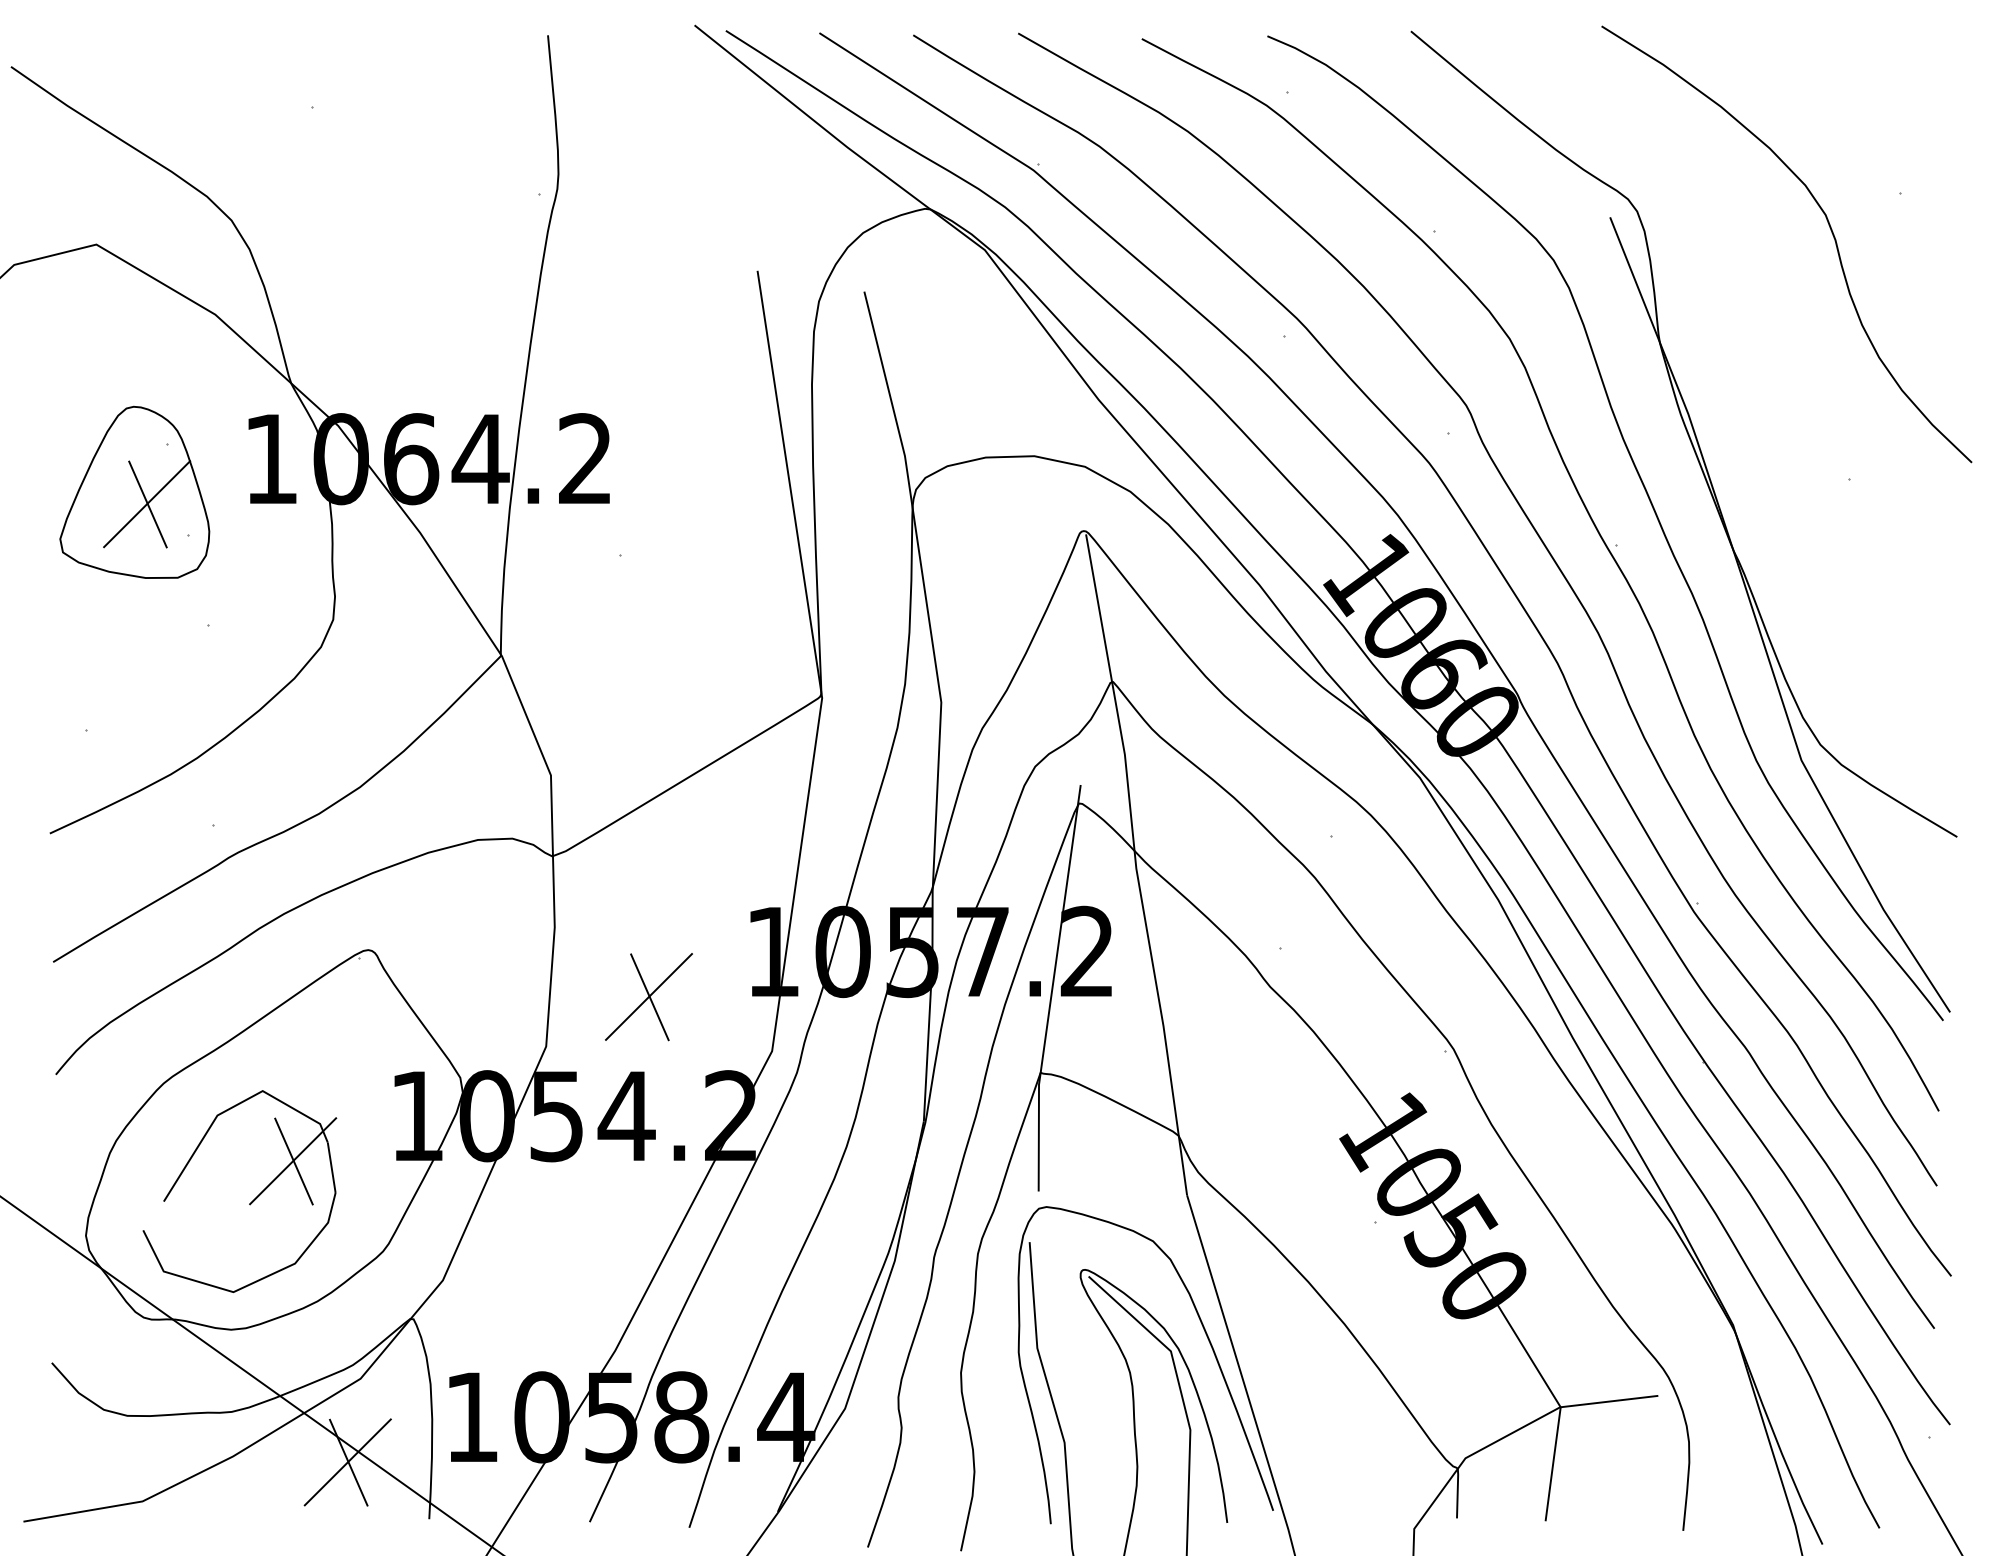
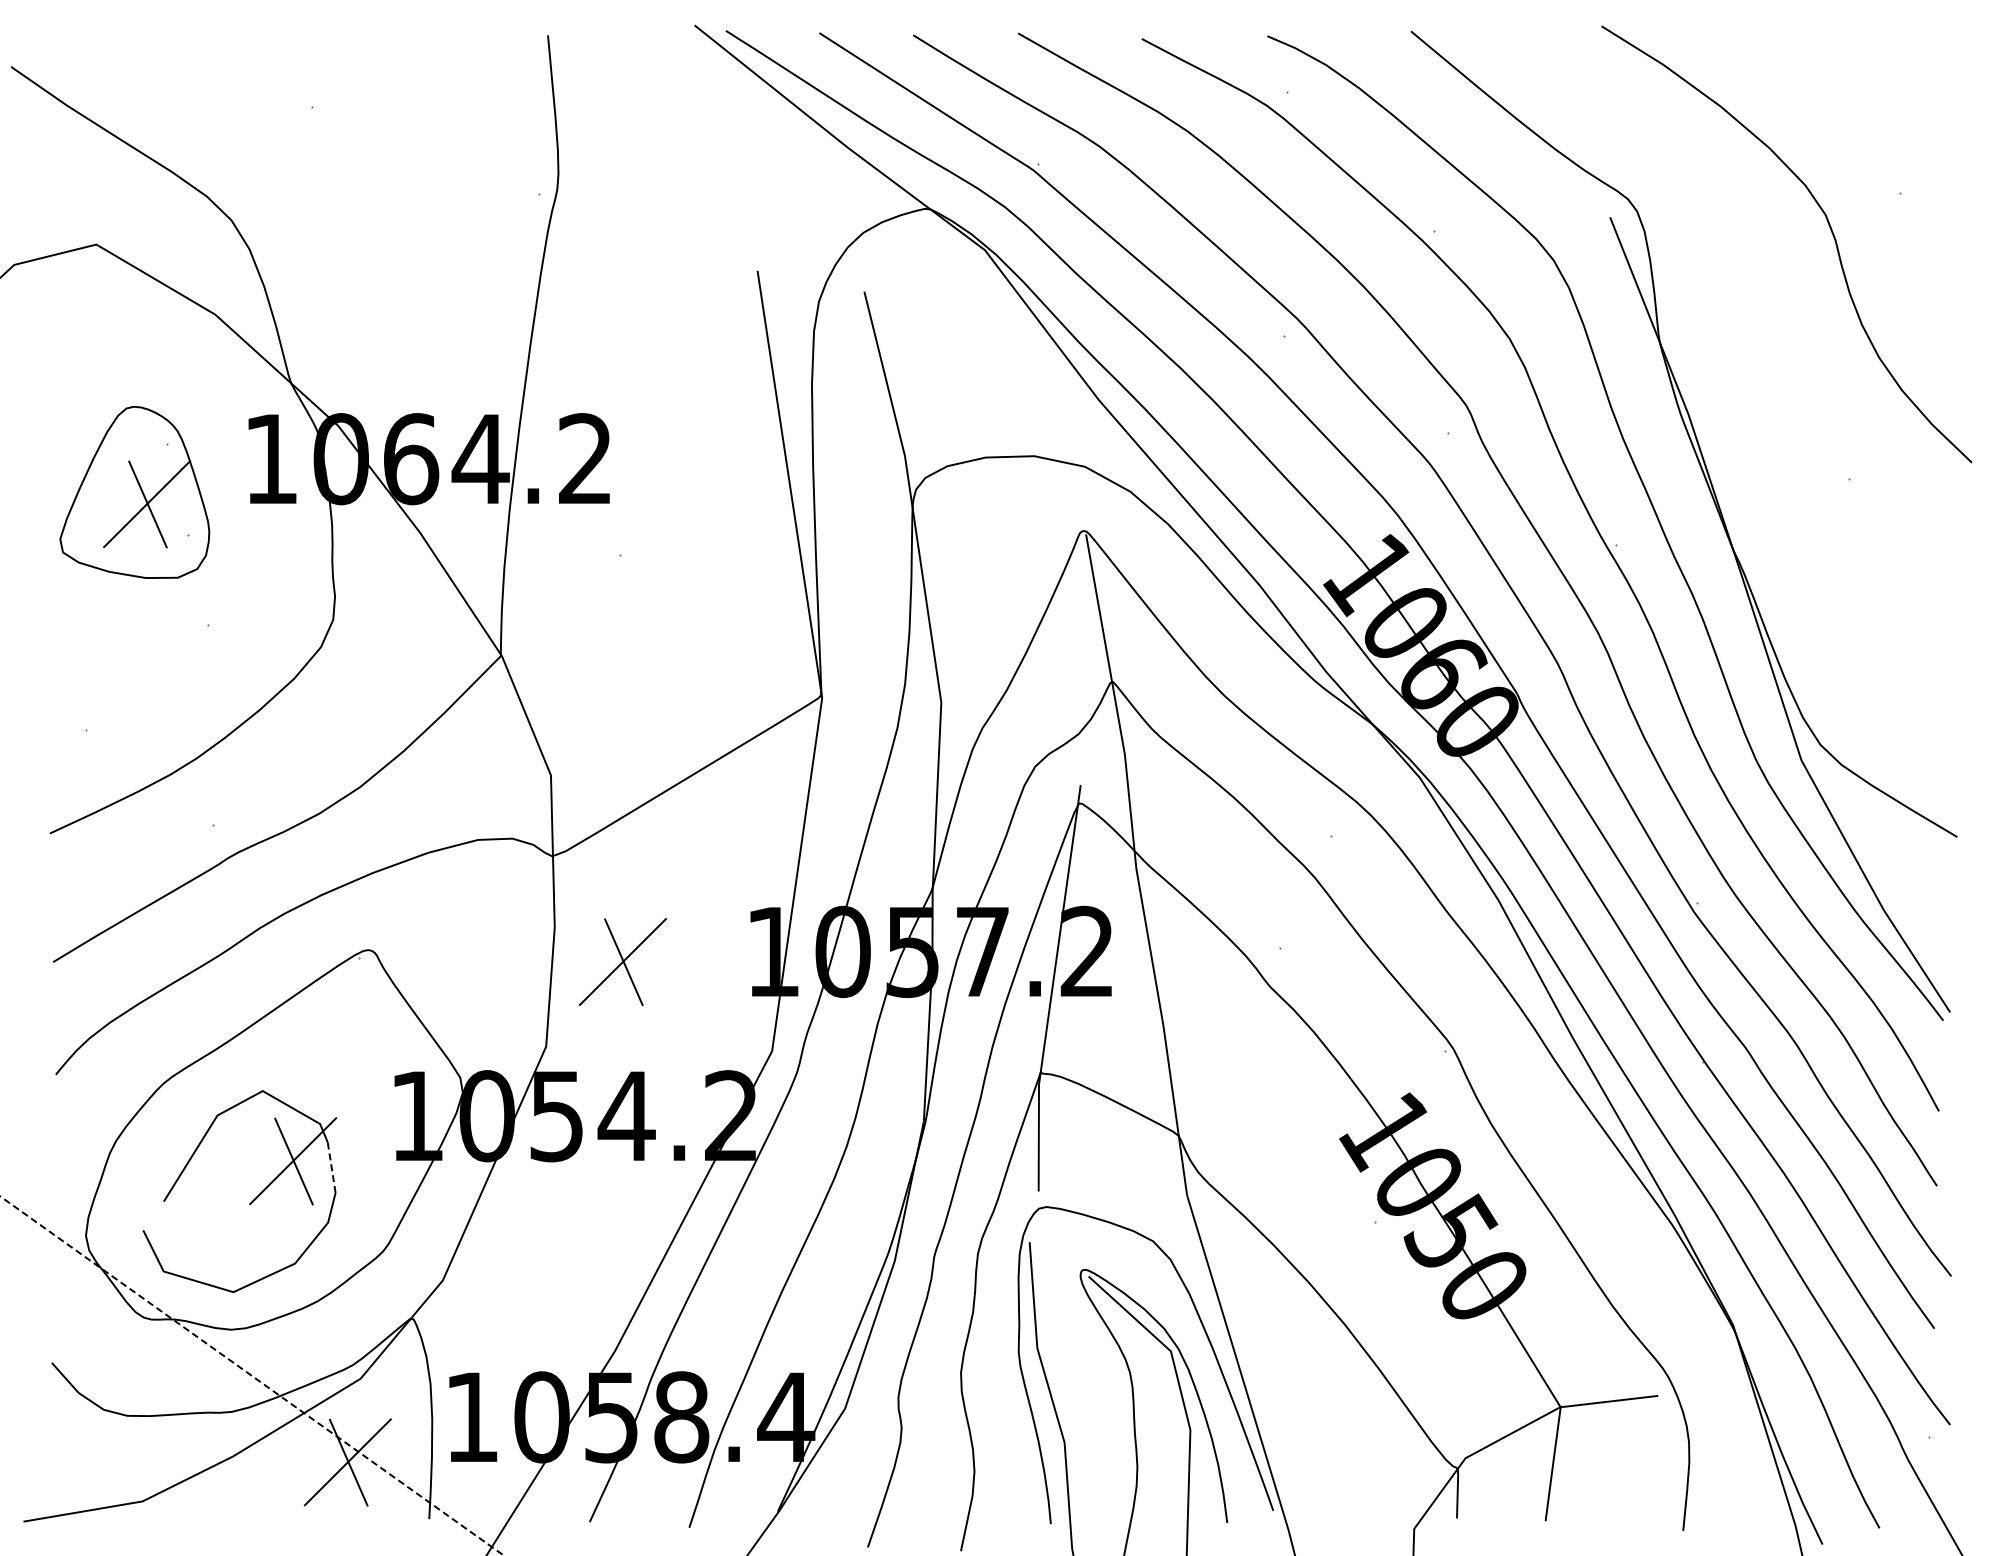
part at (648, 997) position: (648, 997) -> (622, 962)
line at (331, 1168): solid -> dashed
line at (252, 1376): solid -> dashed
